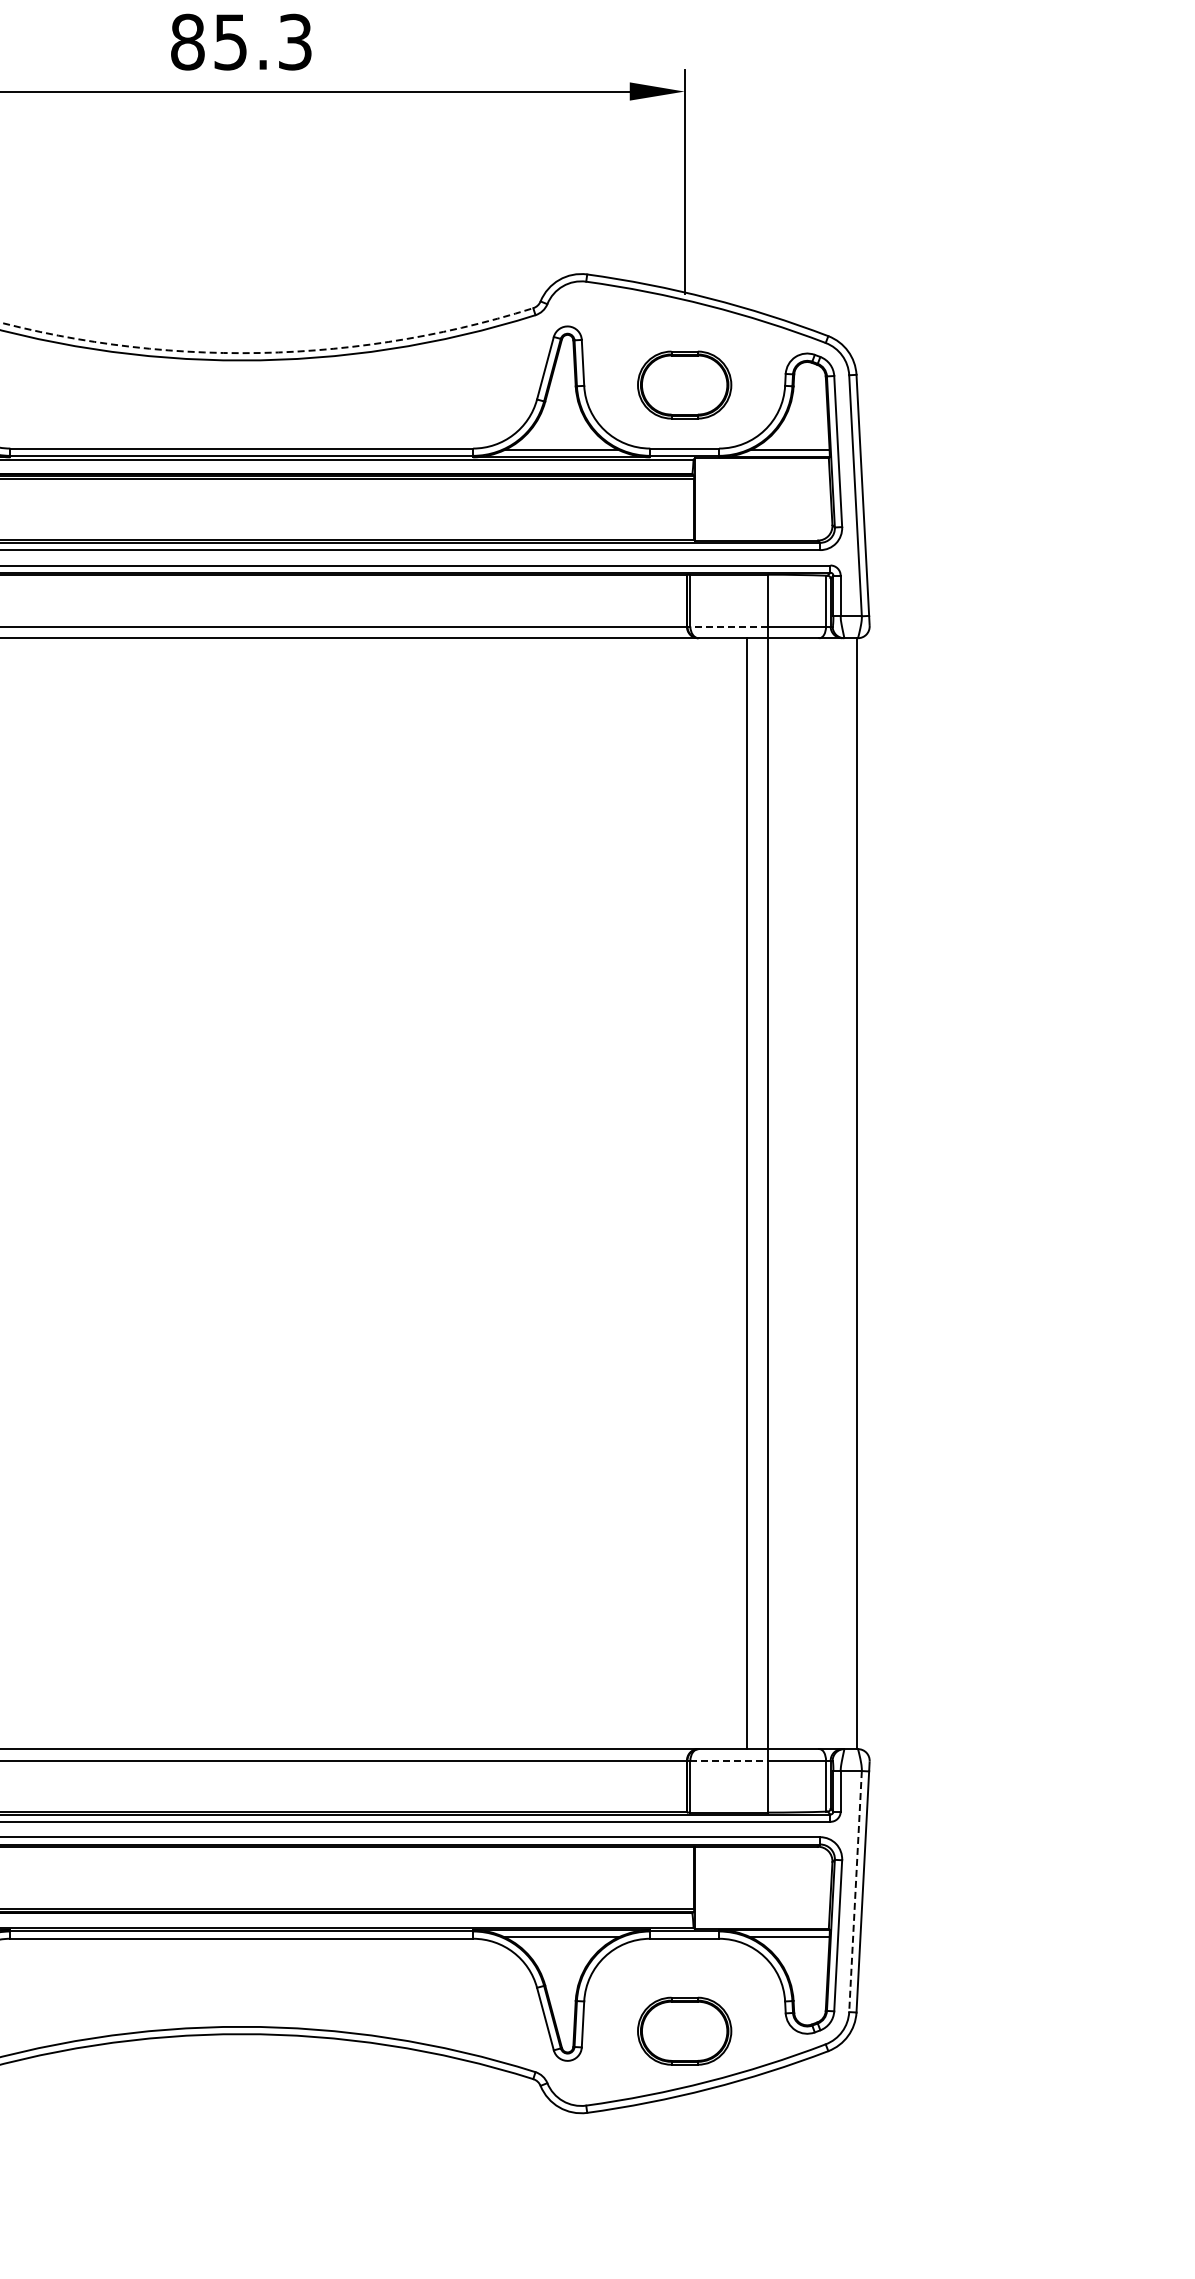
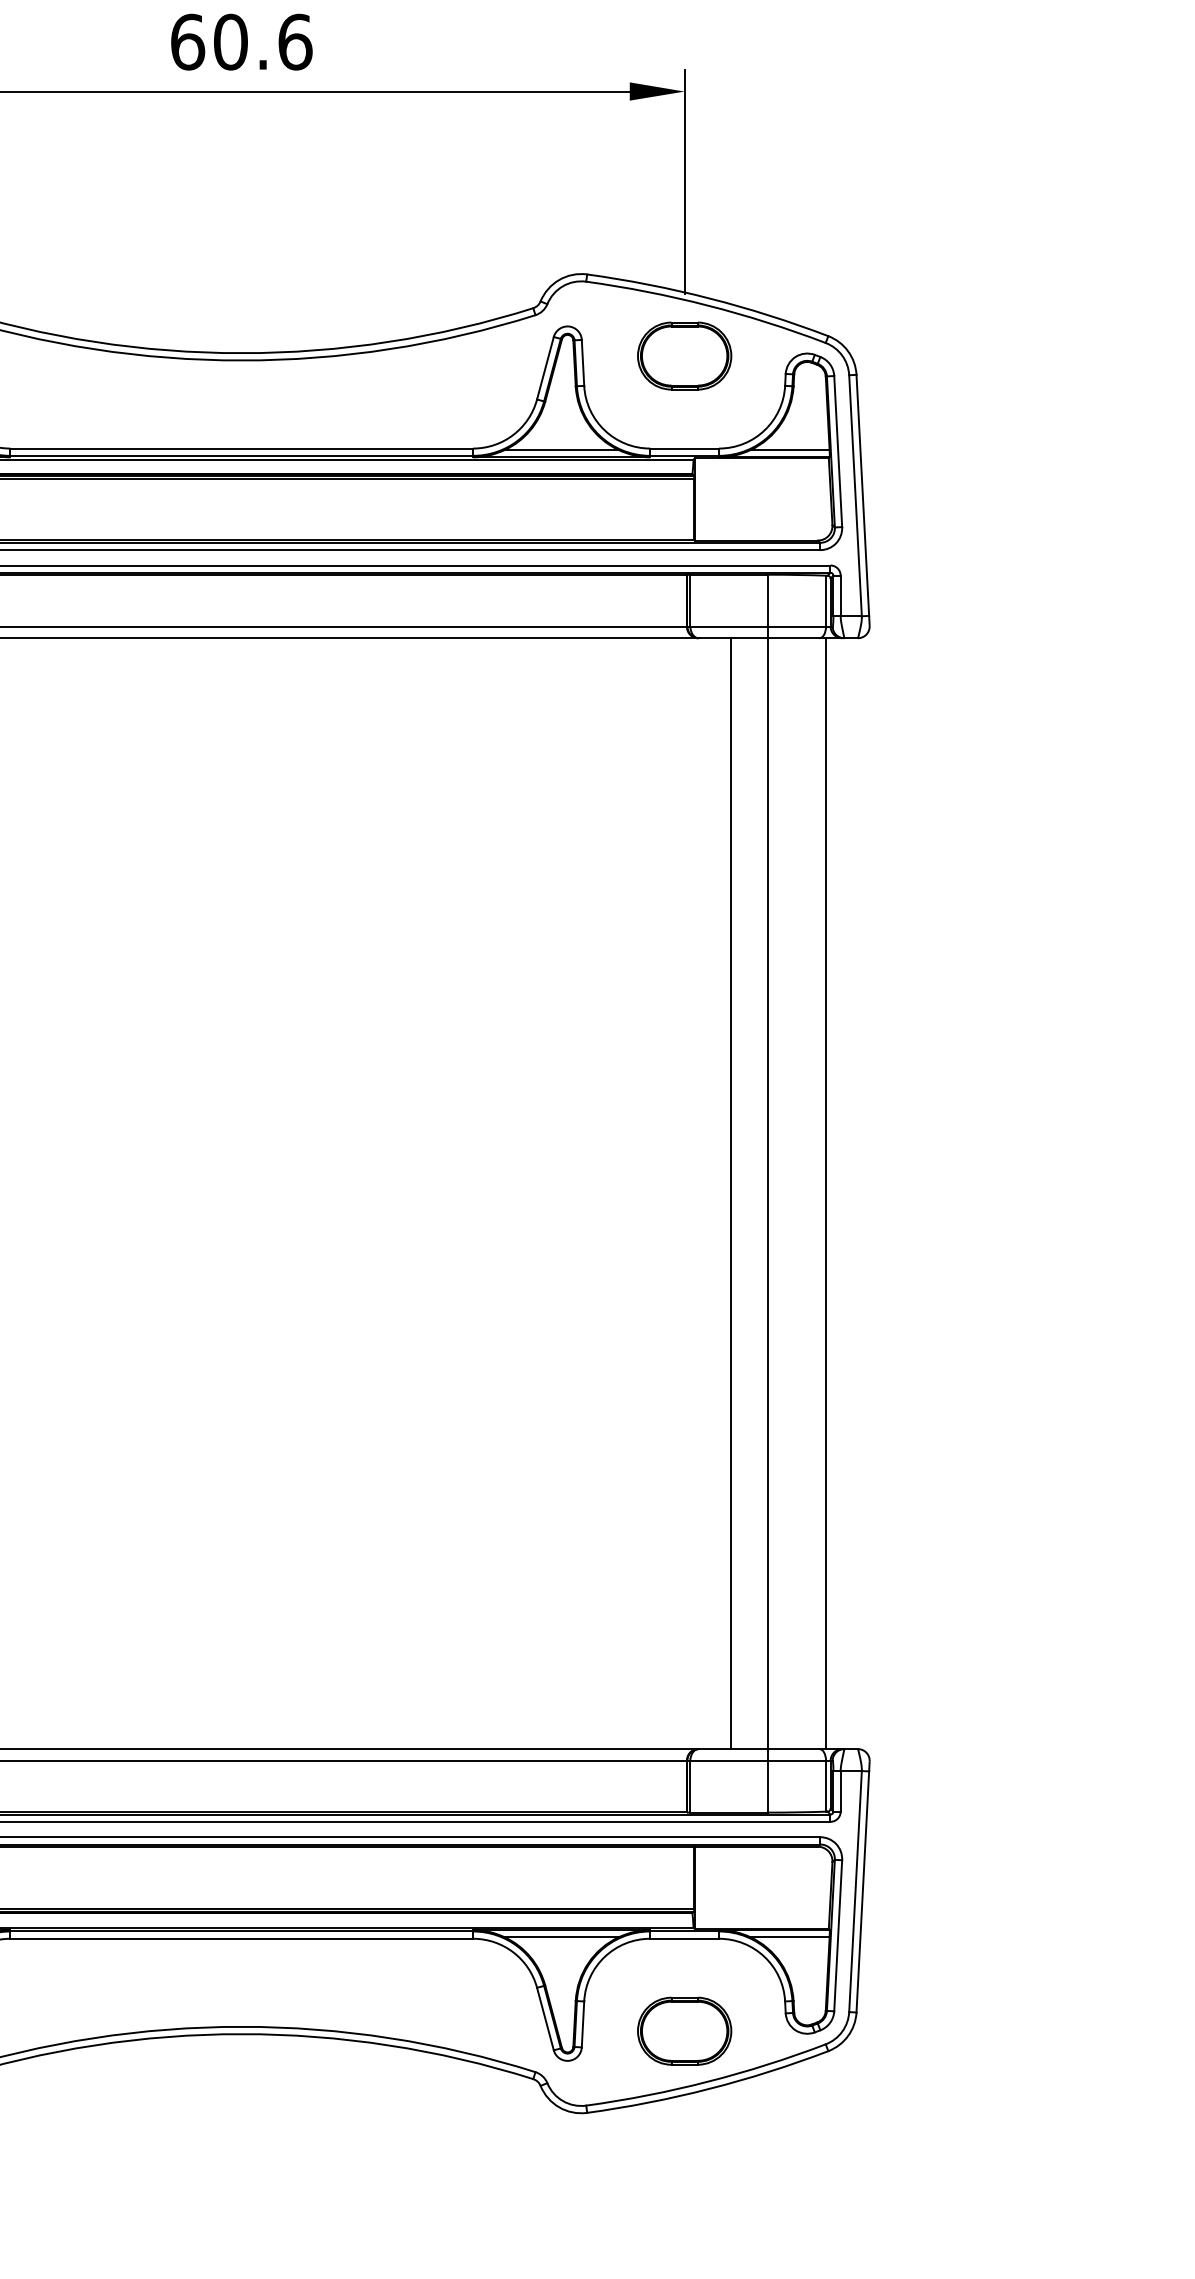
text at (241, 41): 85.3 -> 60.6
arc at (267, 352): dashed -> solid
part at (684, 384) position: (684, 384) -> (684, 355)
line at (729, 626): dashed -> solid
line at (747, 1193) position: (747, 1193) -> (731, 1193)
line at (857, 1193) position: (857, 1193) -> (826, 1193)
line at (729, 1760): dashed -> solid
line at (855, 1891): dashed -> solid
